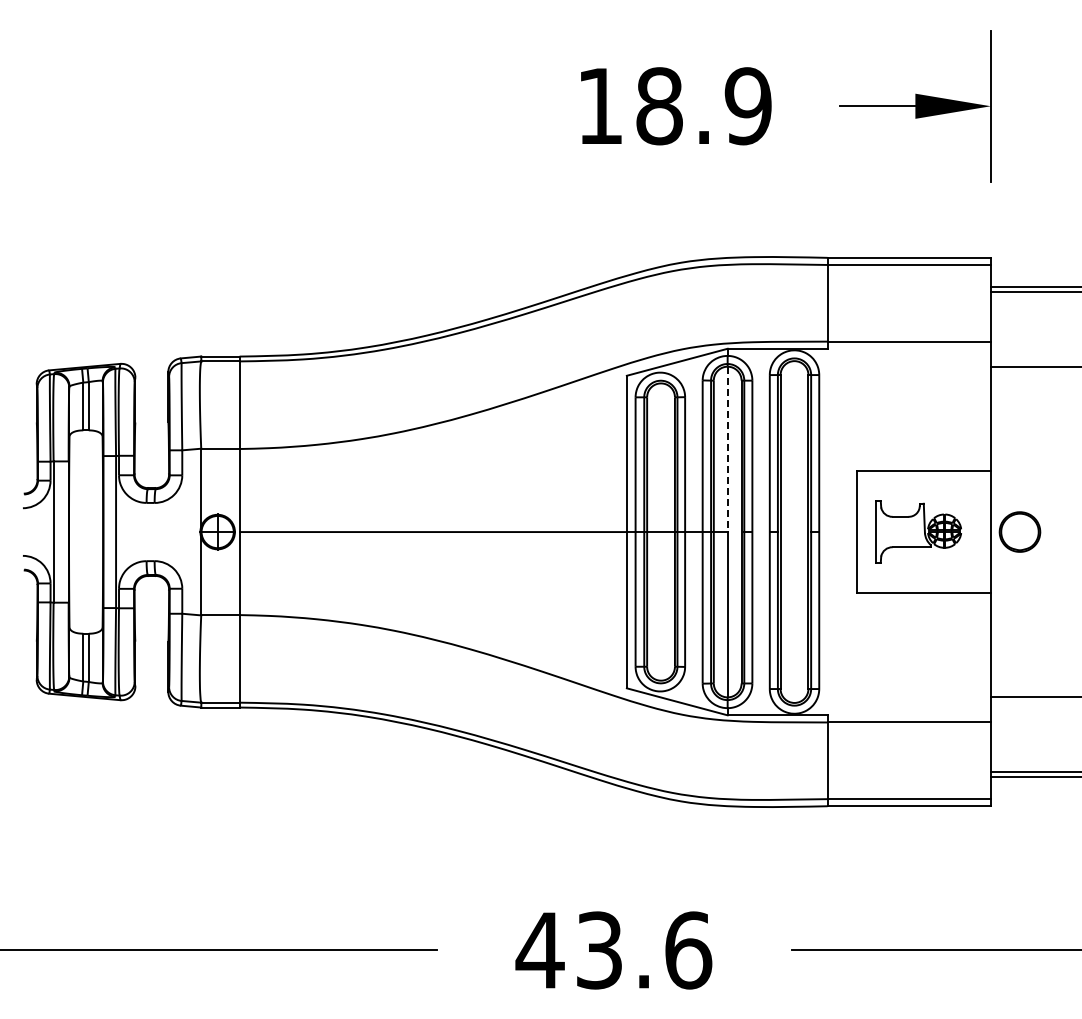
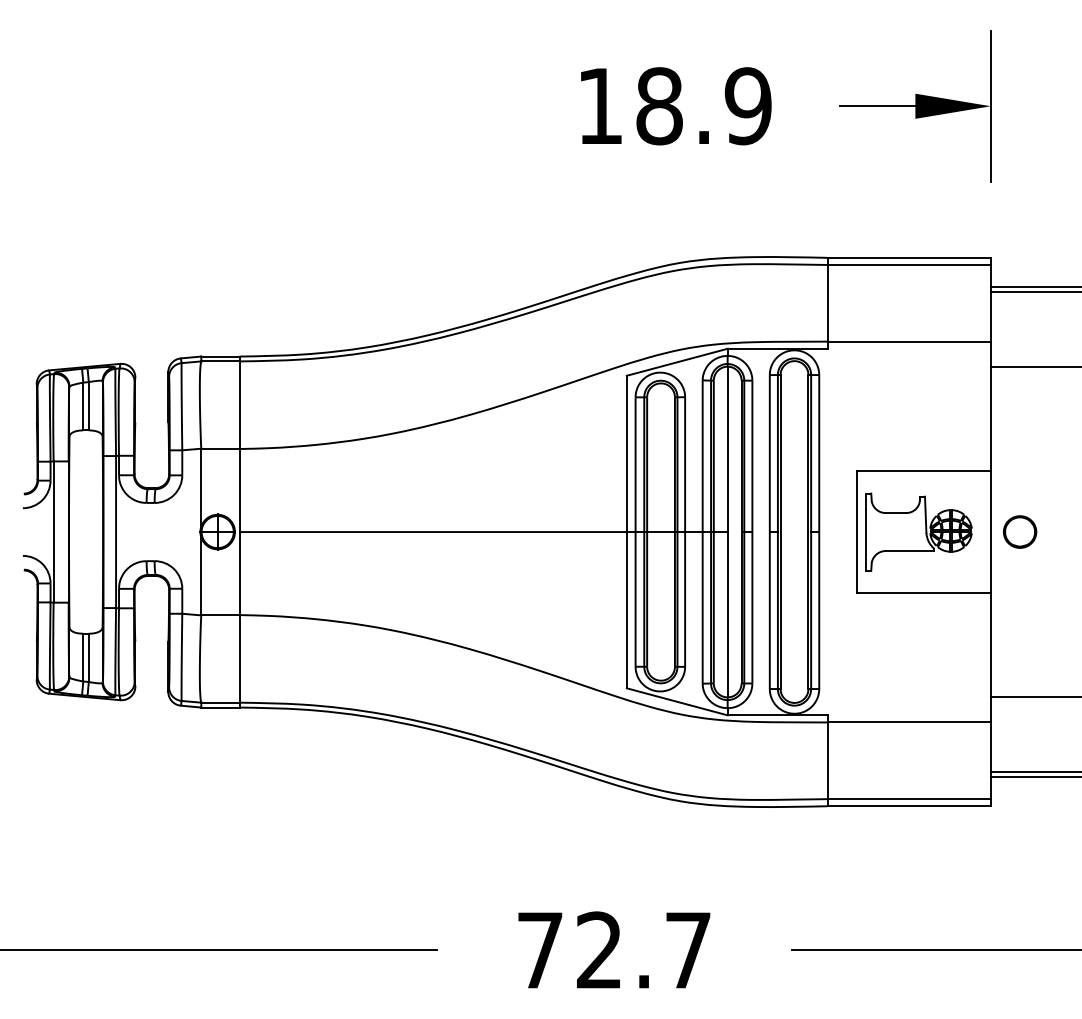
line at (727, 449): dashed -> solid
part at (918, 531) size: 87x64 px -> 108x80 px
part at (1019, 531) size: 44x42 px -> 35x34 px
text at (613, 950): 43.6 -> 72.7
